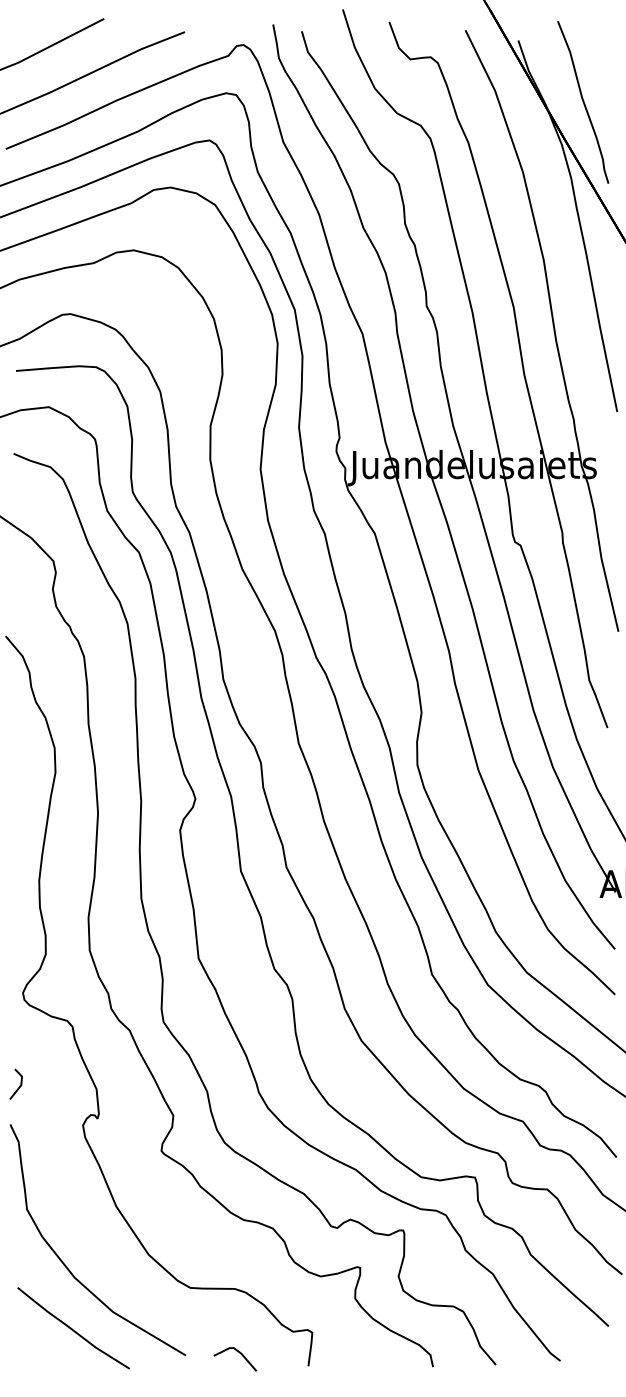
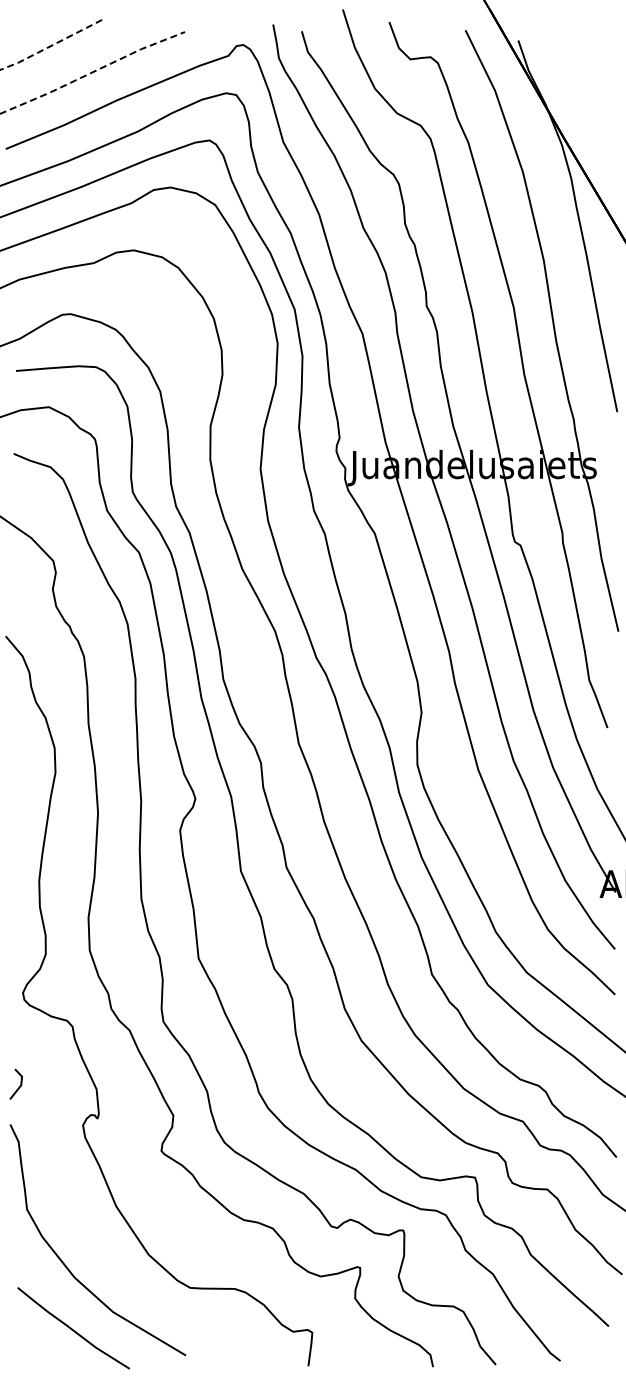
line at (52, 45): solid -> dashed
line at (92, 72): solid -> dashed
curve at (583, 102): present -> none
line at (240, 1354): present -> none
